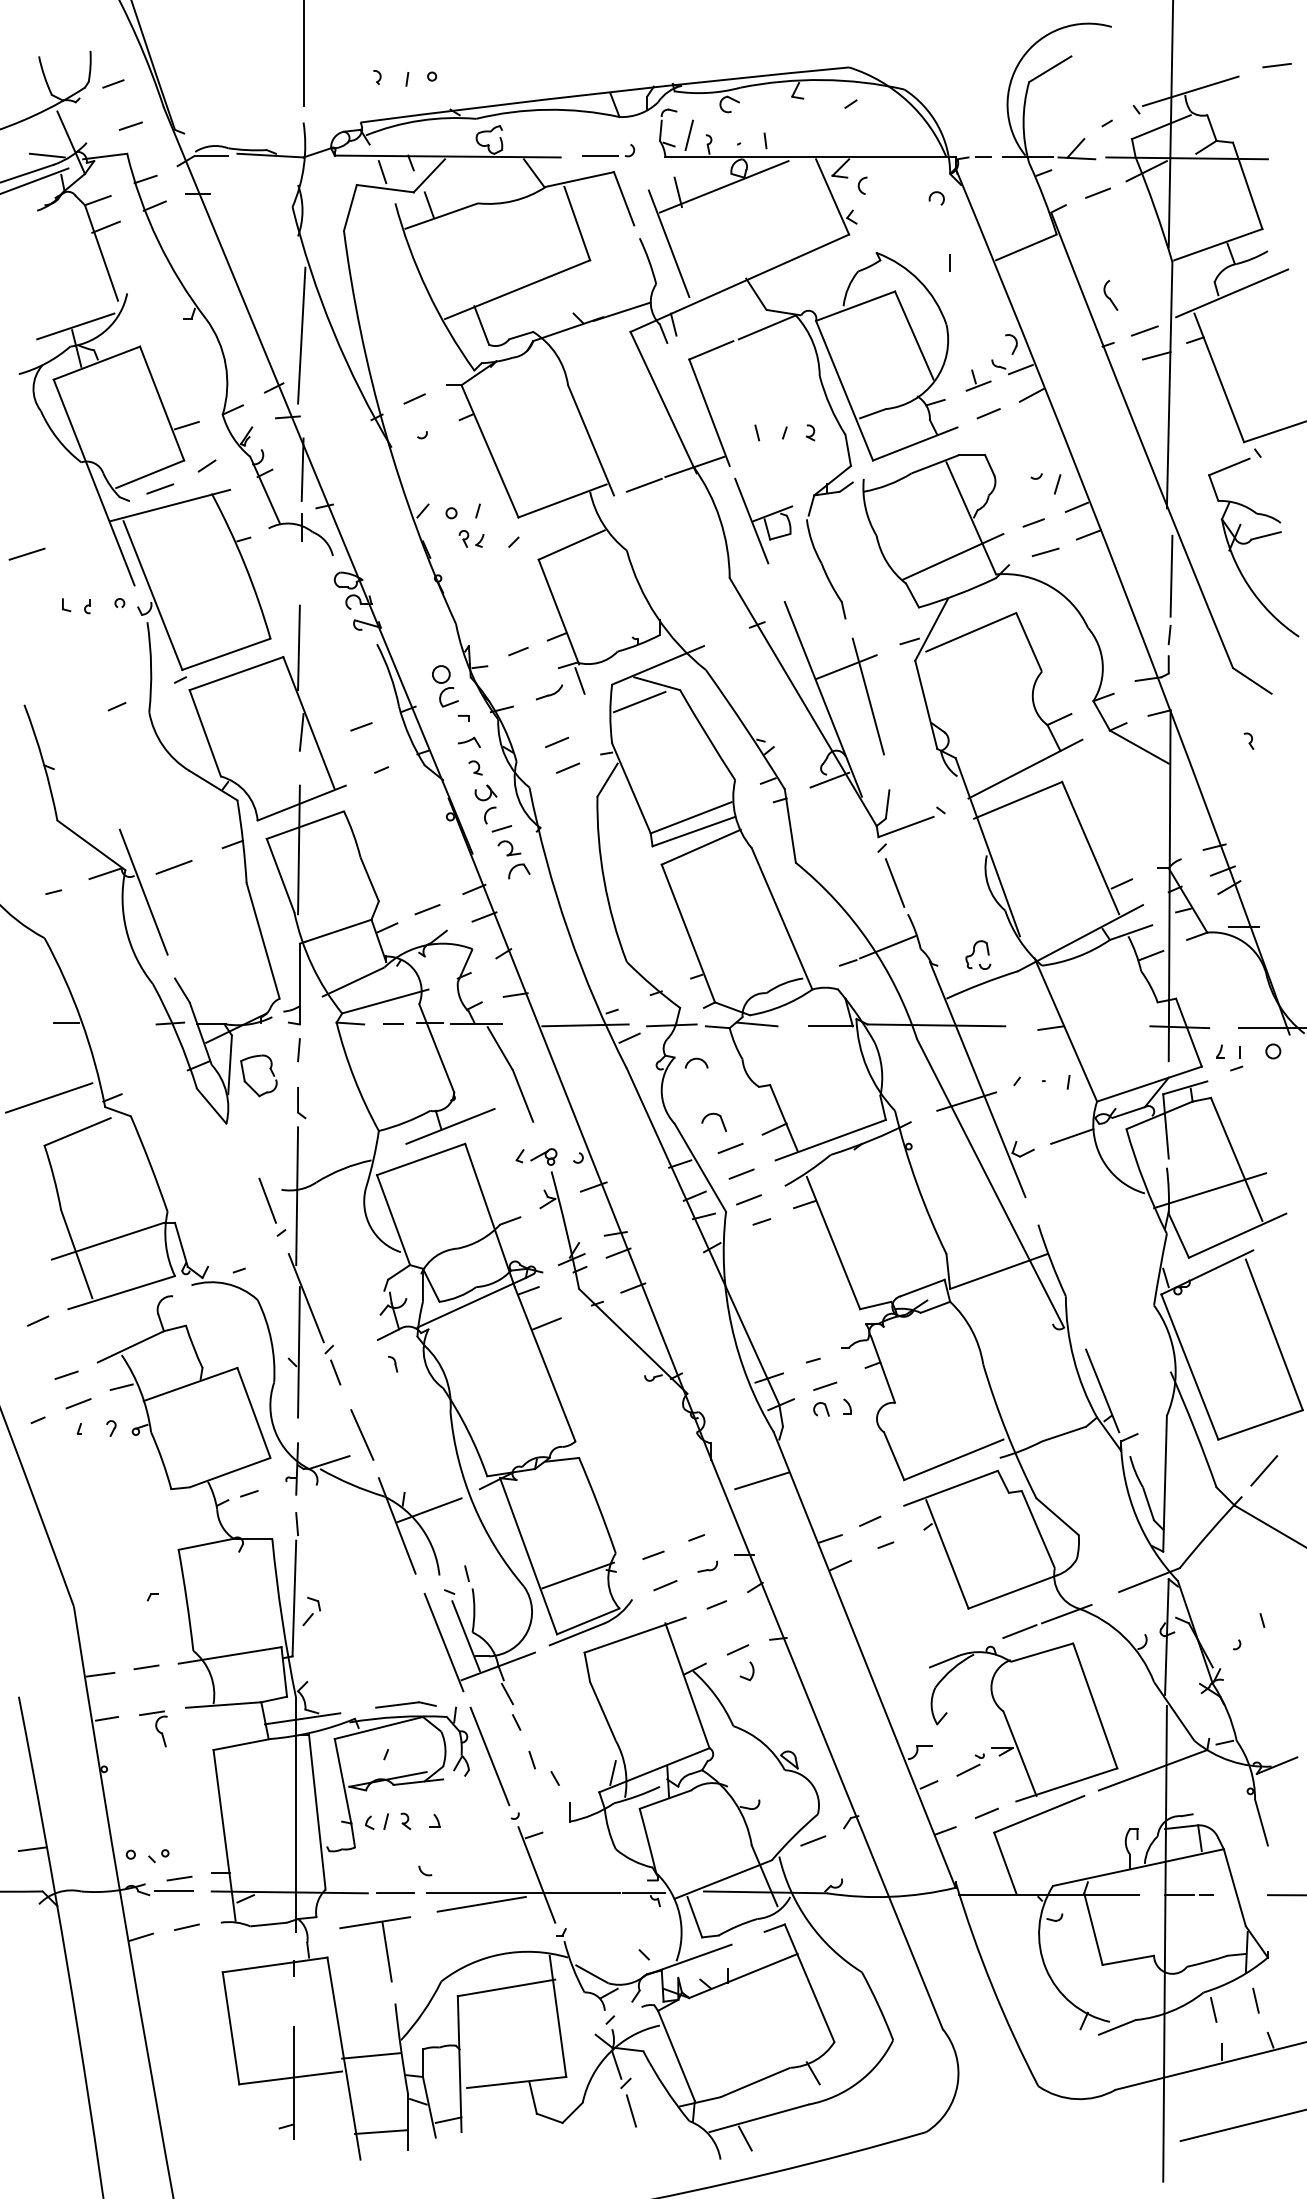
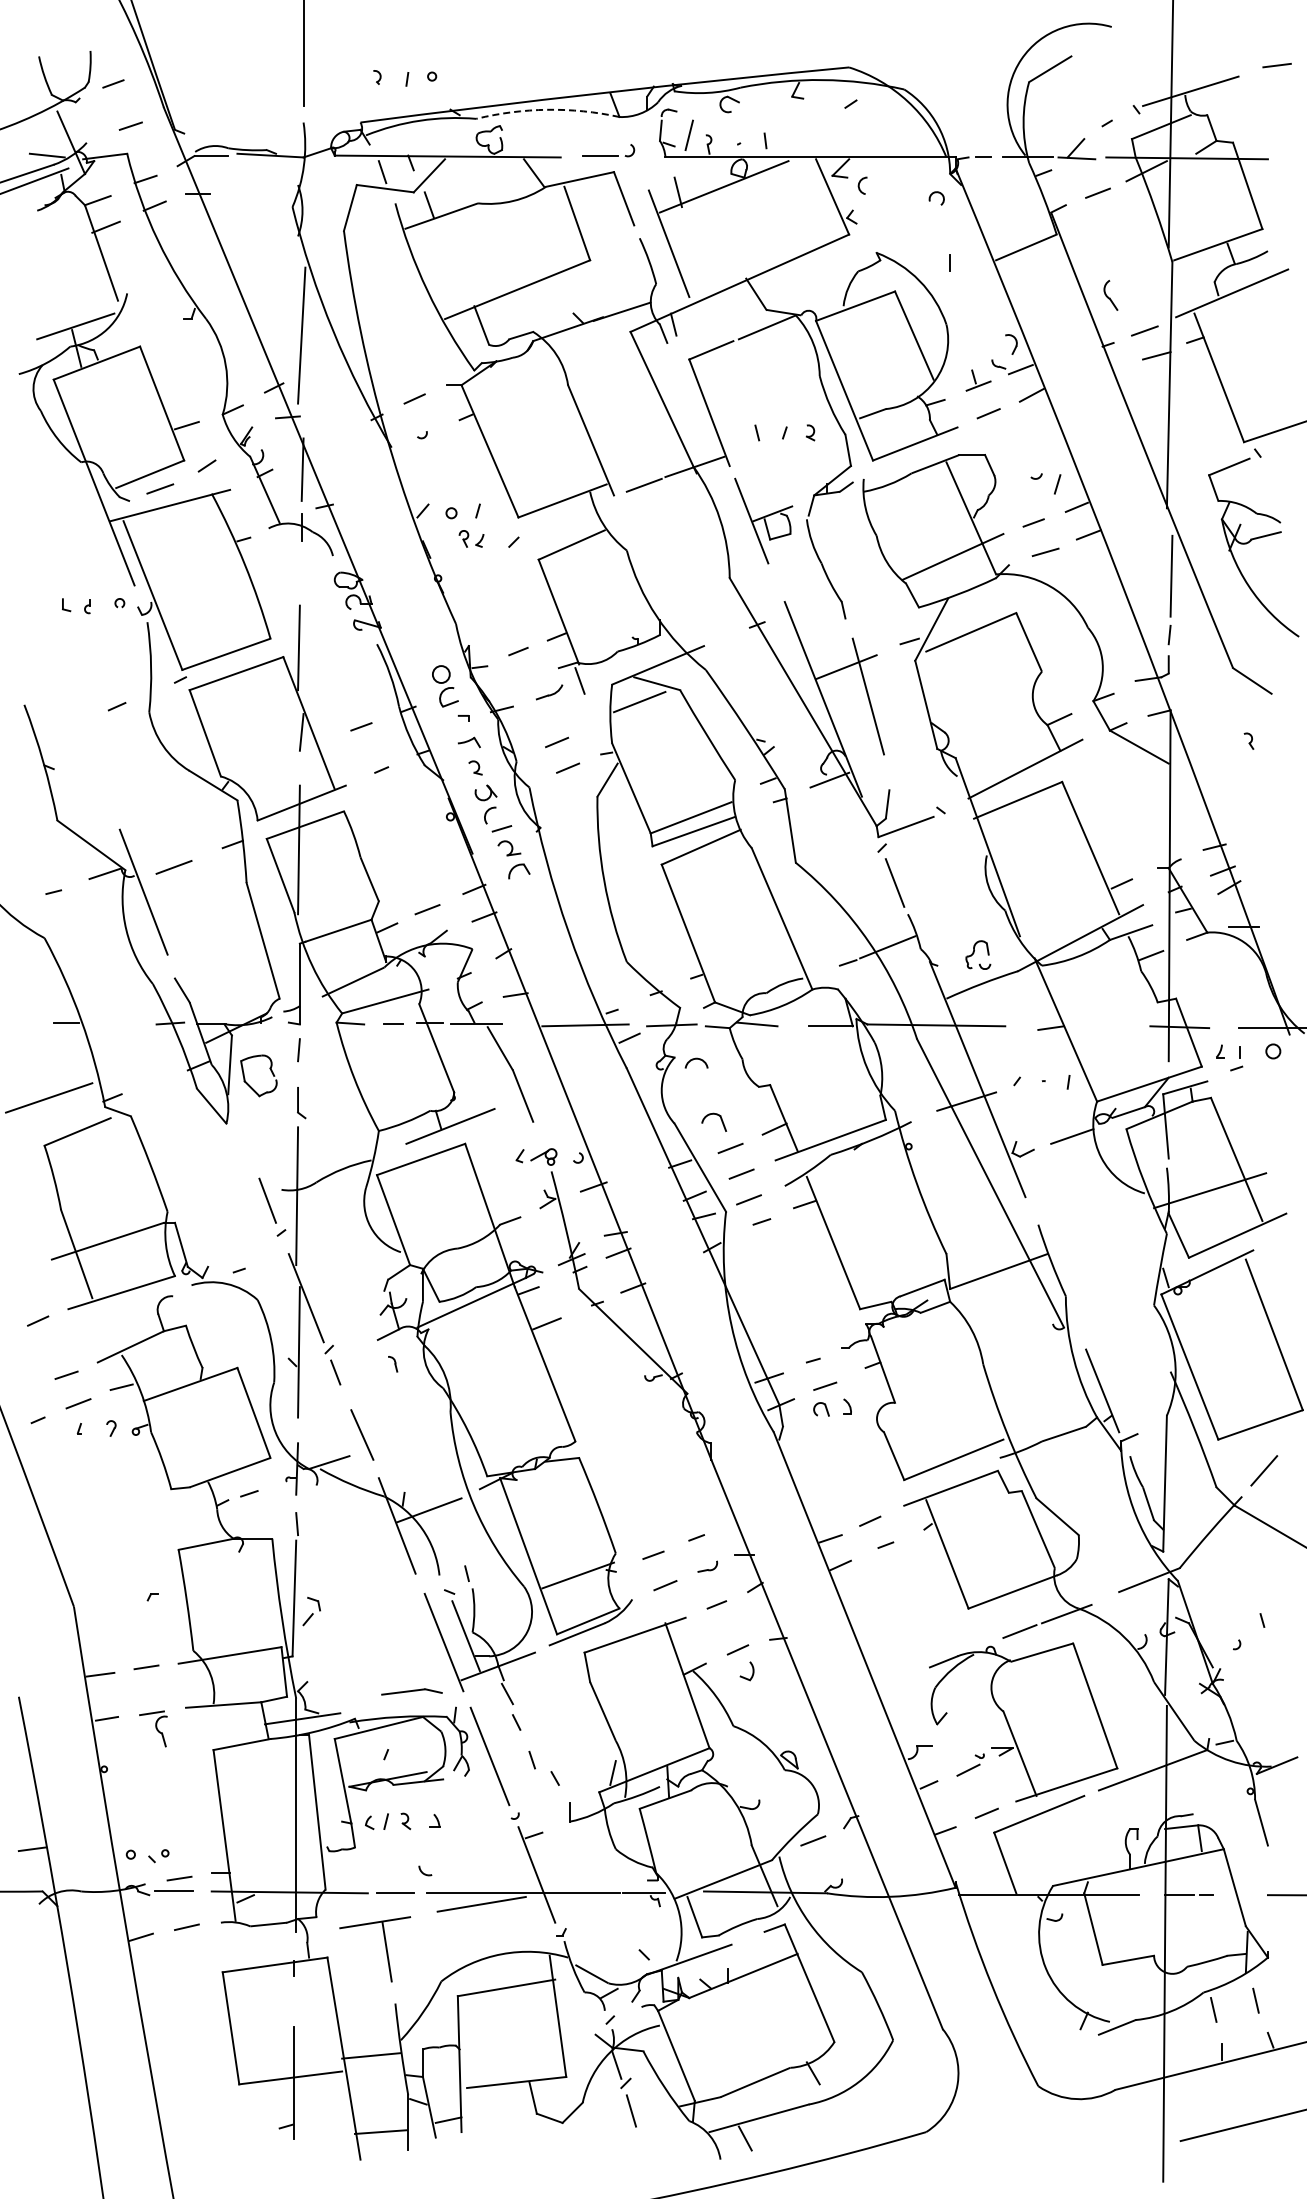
arc at (547, 109): solid -> dashed
line at (26, 553): present -> none
line at (761, 1480): present -> none
part at (405, 1704) position: (405, 1704) -> (411, 1691)
